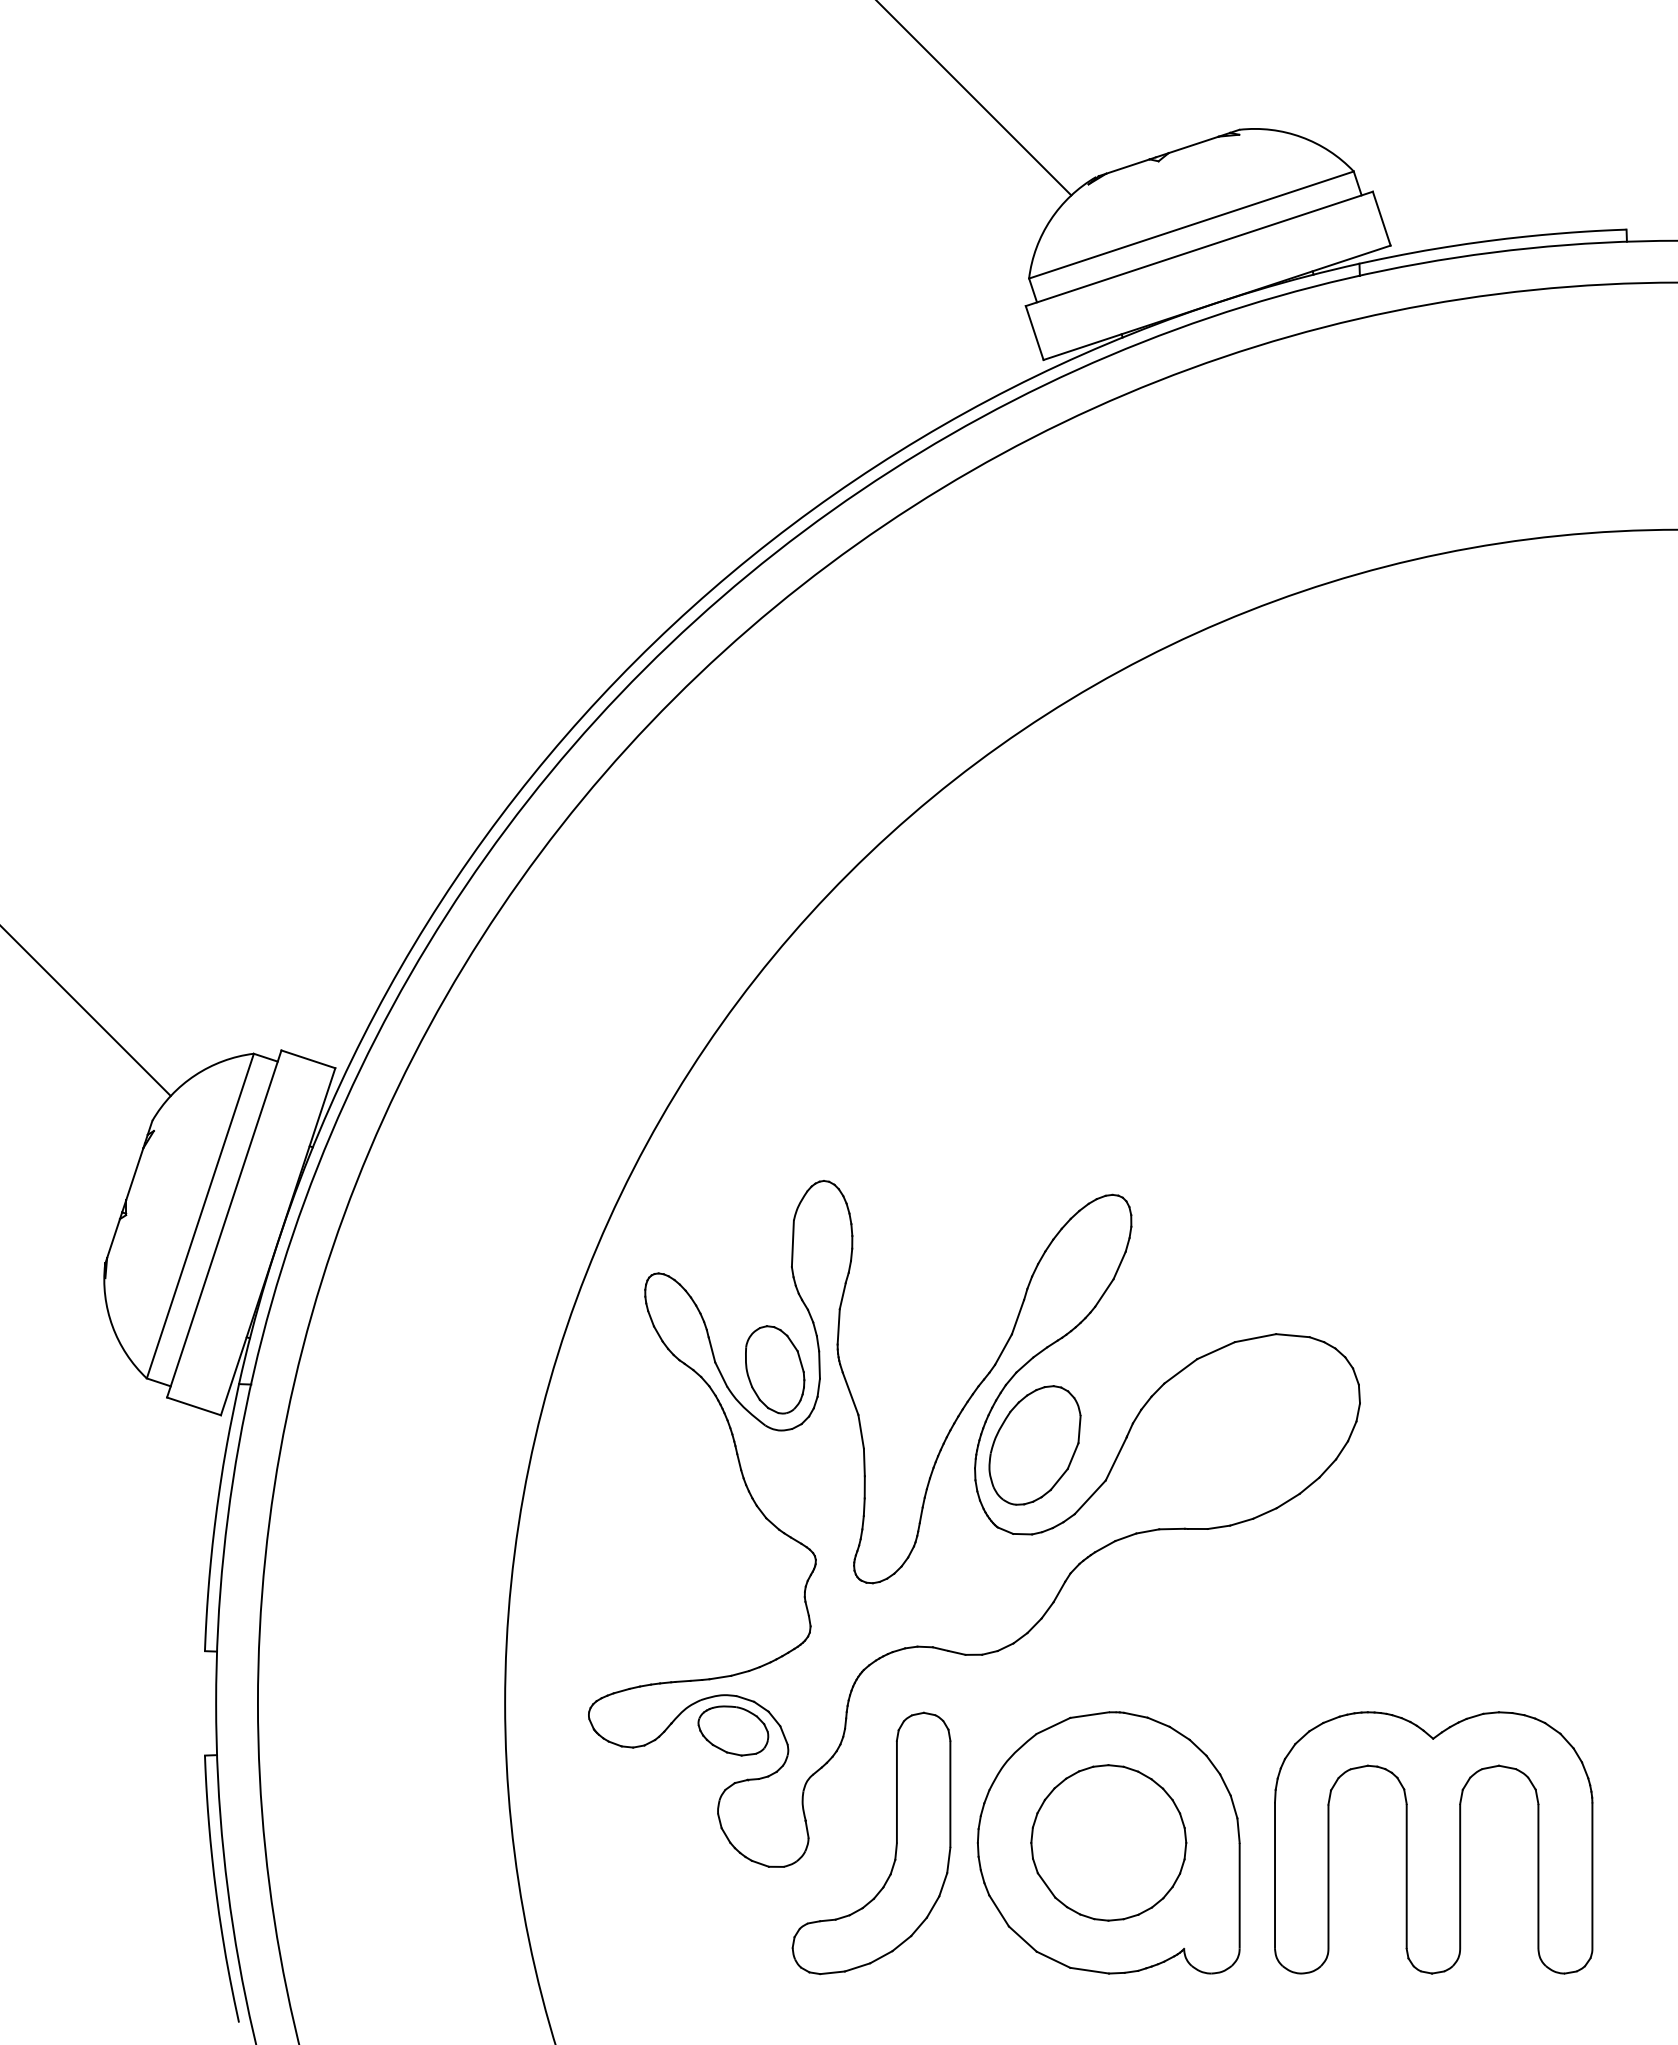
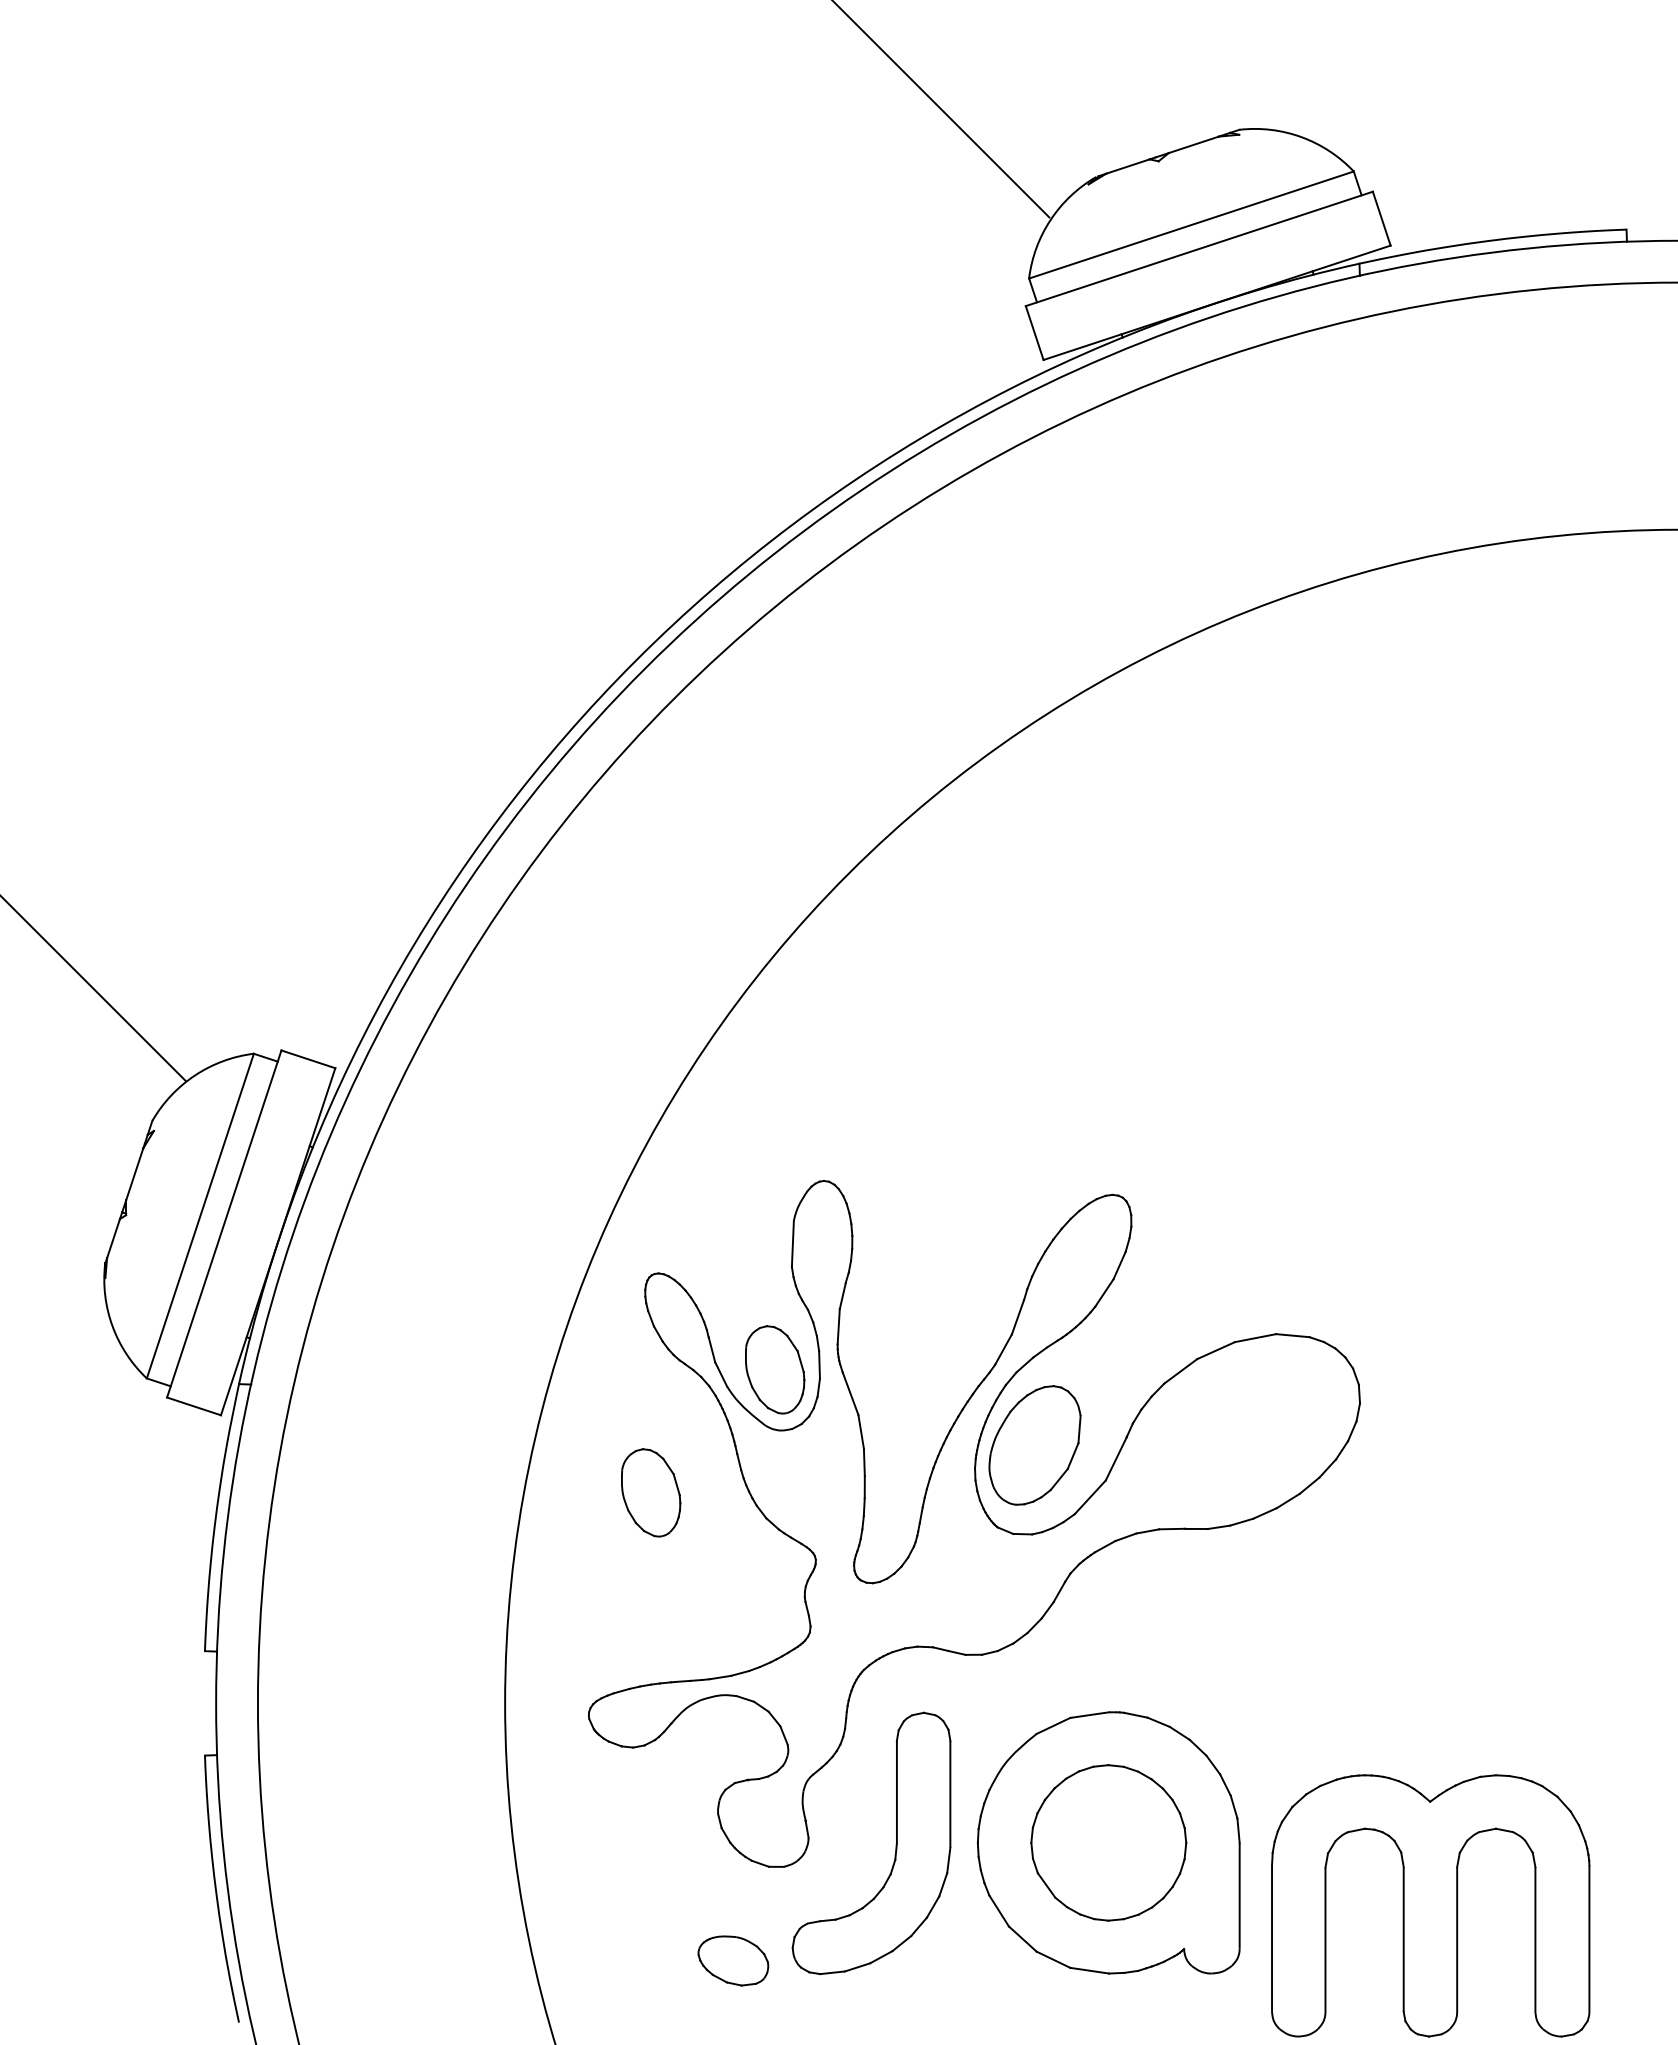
line at (974, 98) position: (974, 98) -> (941, 109)
line at (86, 1011) position: (86, 1011) -> (93, 989)
part at (651, 1492): none -> present
part at (733, 1730) position: (733, 1730) -> (733, 1960)
part at (1433, 1842) position: (1433, 1842) -> (1430, 1905)
